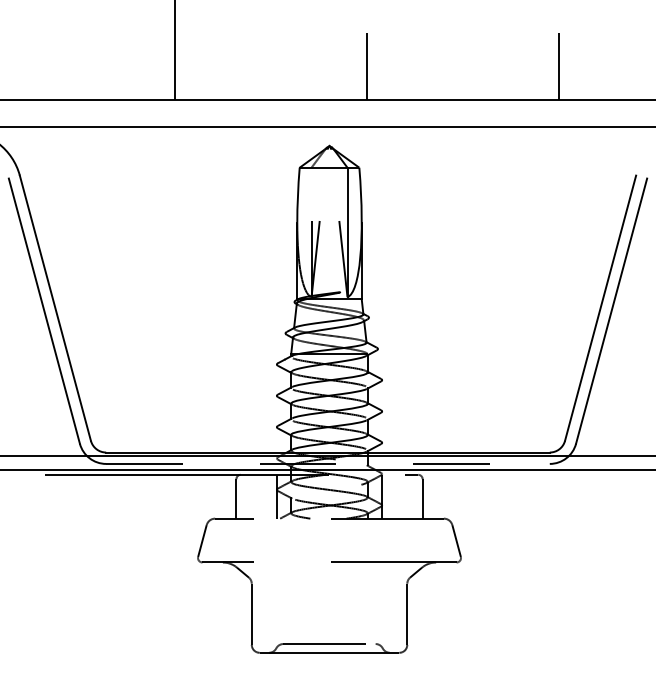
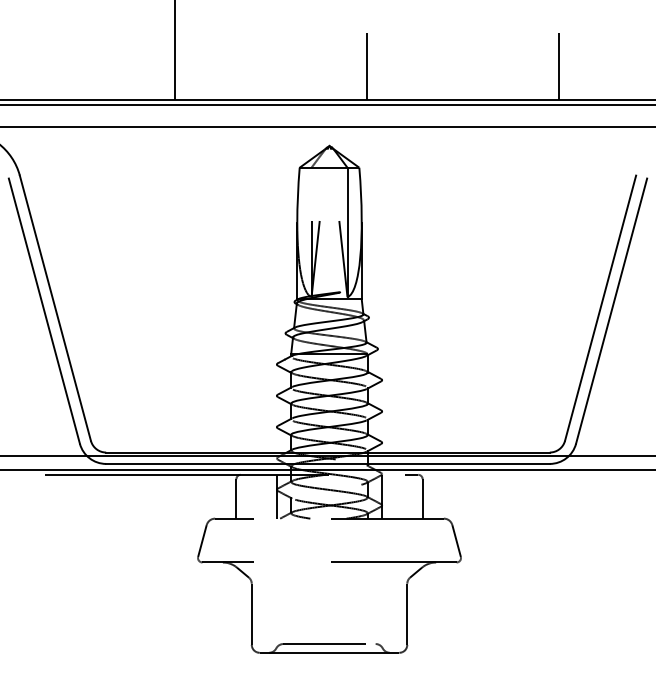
line at (327, 104): none -> present
line at (328, 463): dashed -> solid
